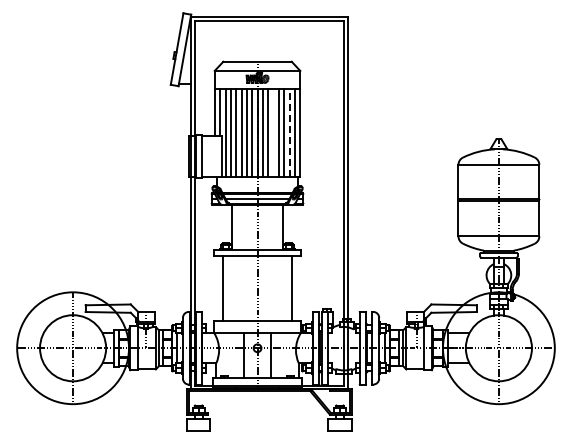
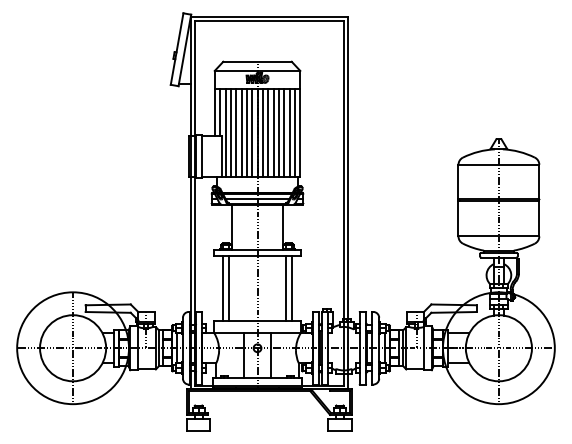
line at (273, 132): none -> present
line at (289, 132): dashed -> solid
line at (229, 287): none -> present
line at (285, 287): none -> present
